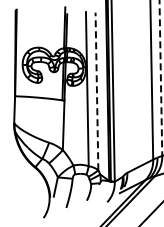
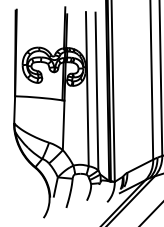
line at (160, 78): dashed -> solid
line at (96, 91): dashed -> solid
